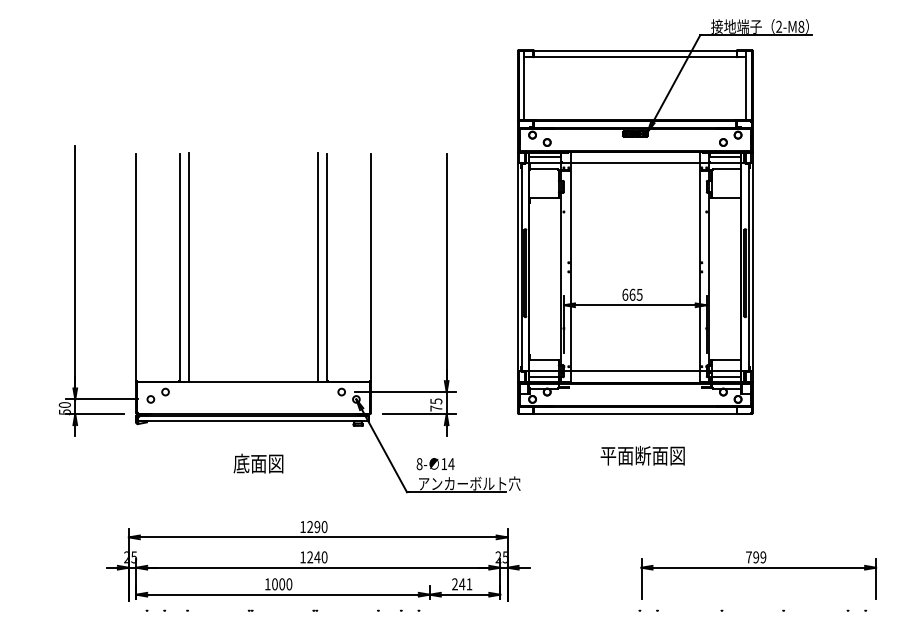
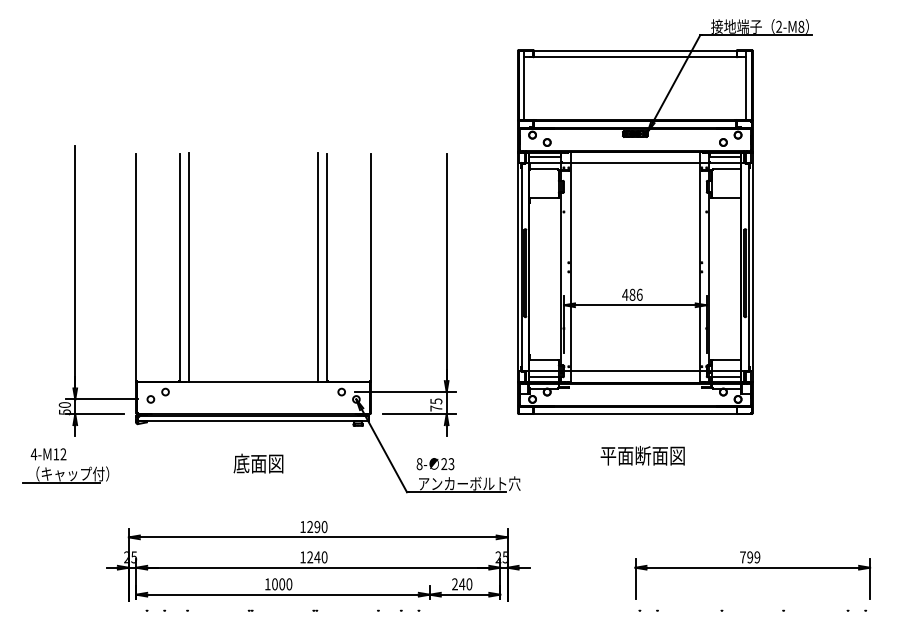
text at (632, 294): 665 -> 486
text at (447, 464): 14 -> 23
part at (65, 465): none -> present
part at (758, 568) position: (758, 568) -> (752, 568)
text at (469, 584): 241 -> 240
